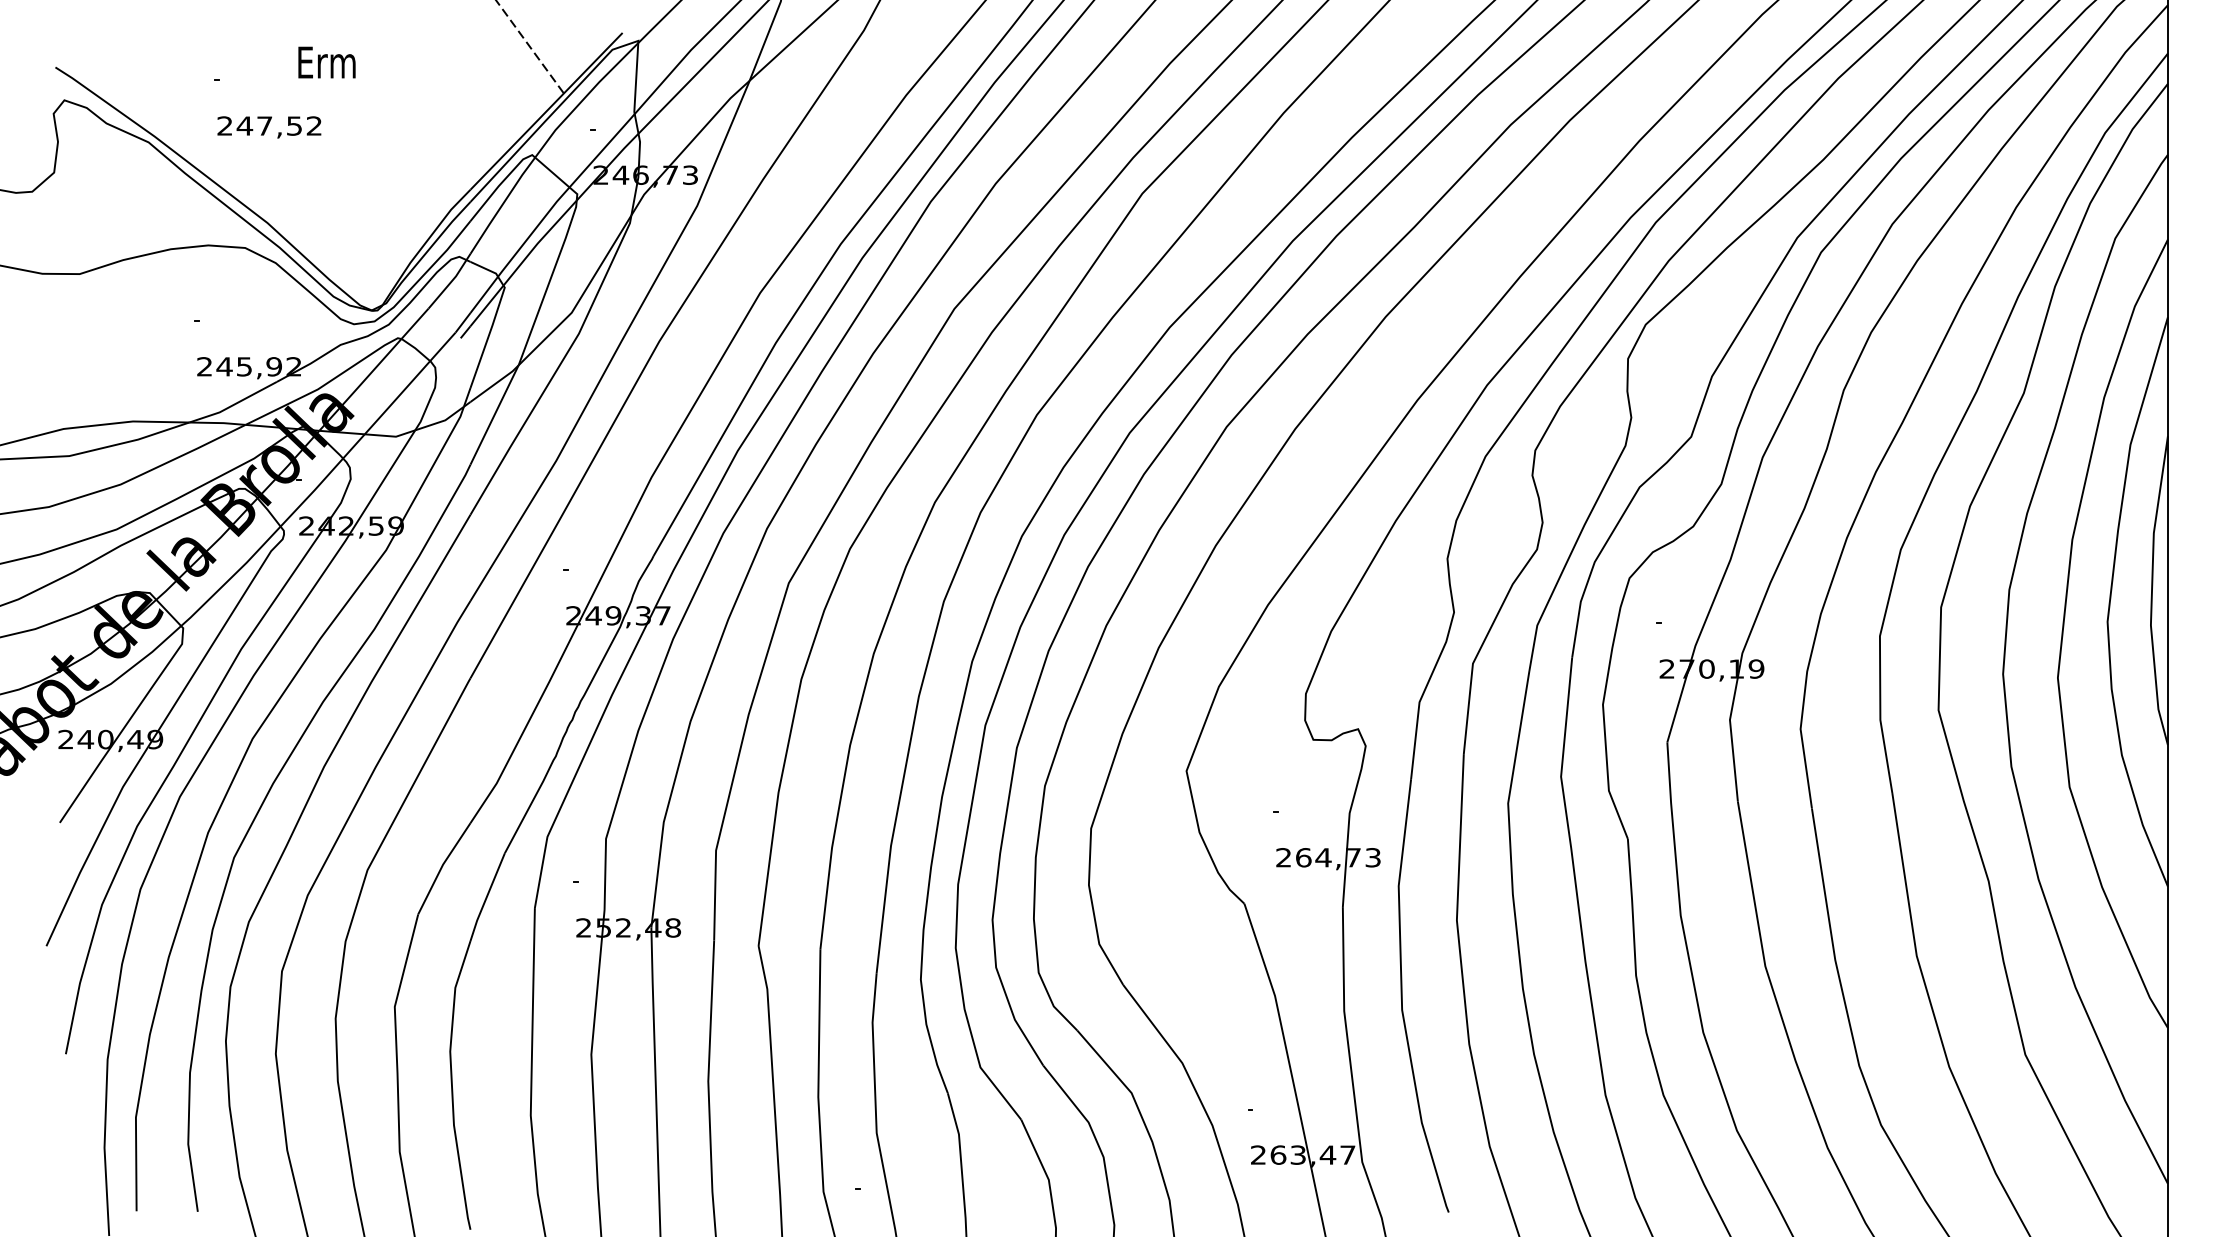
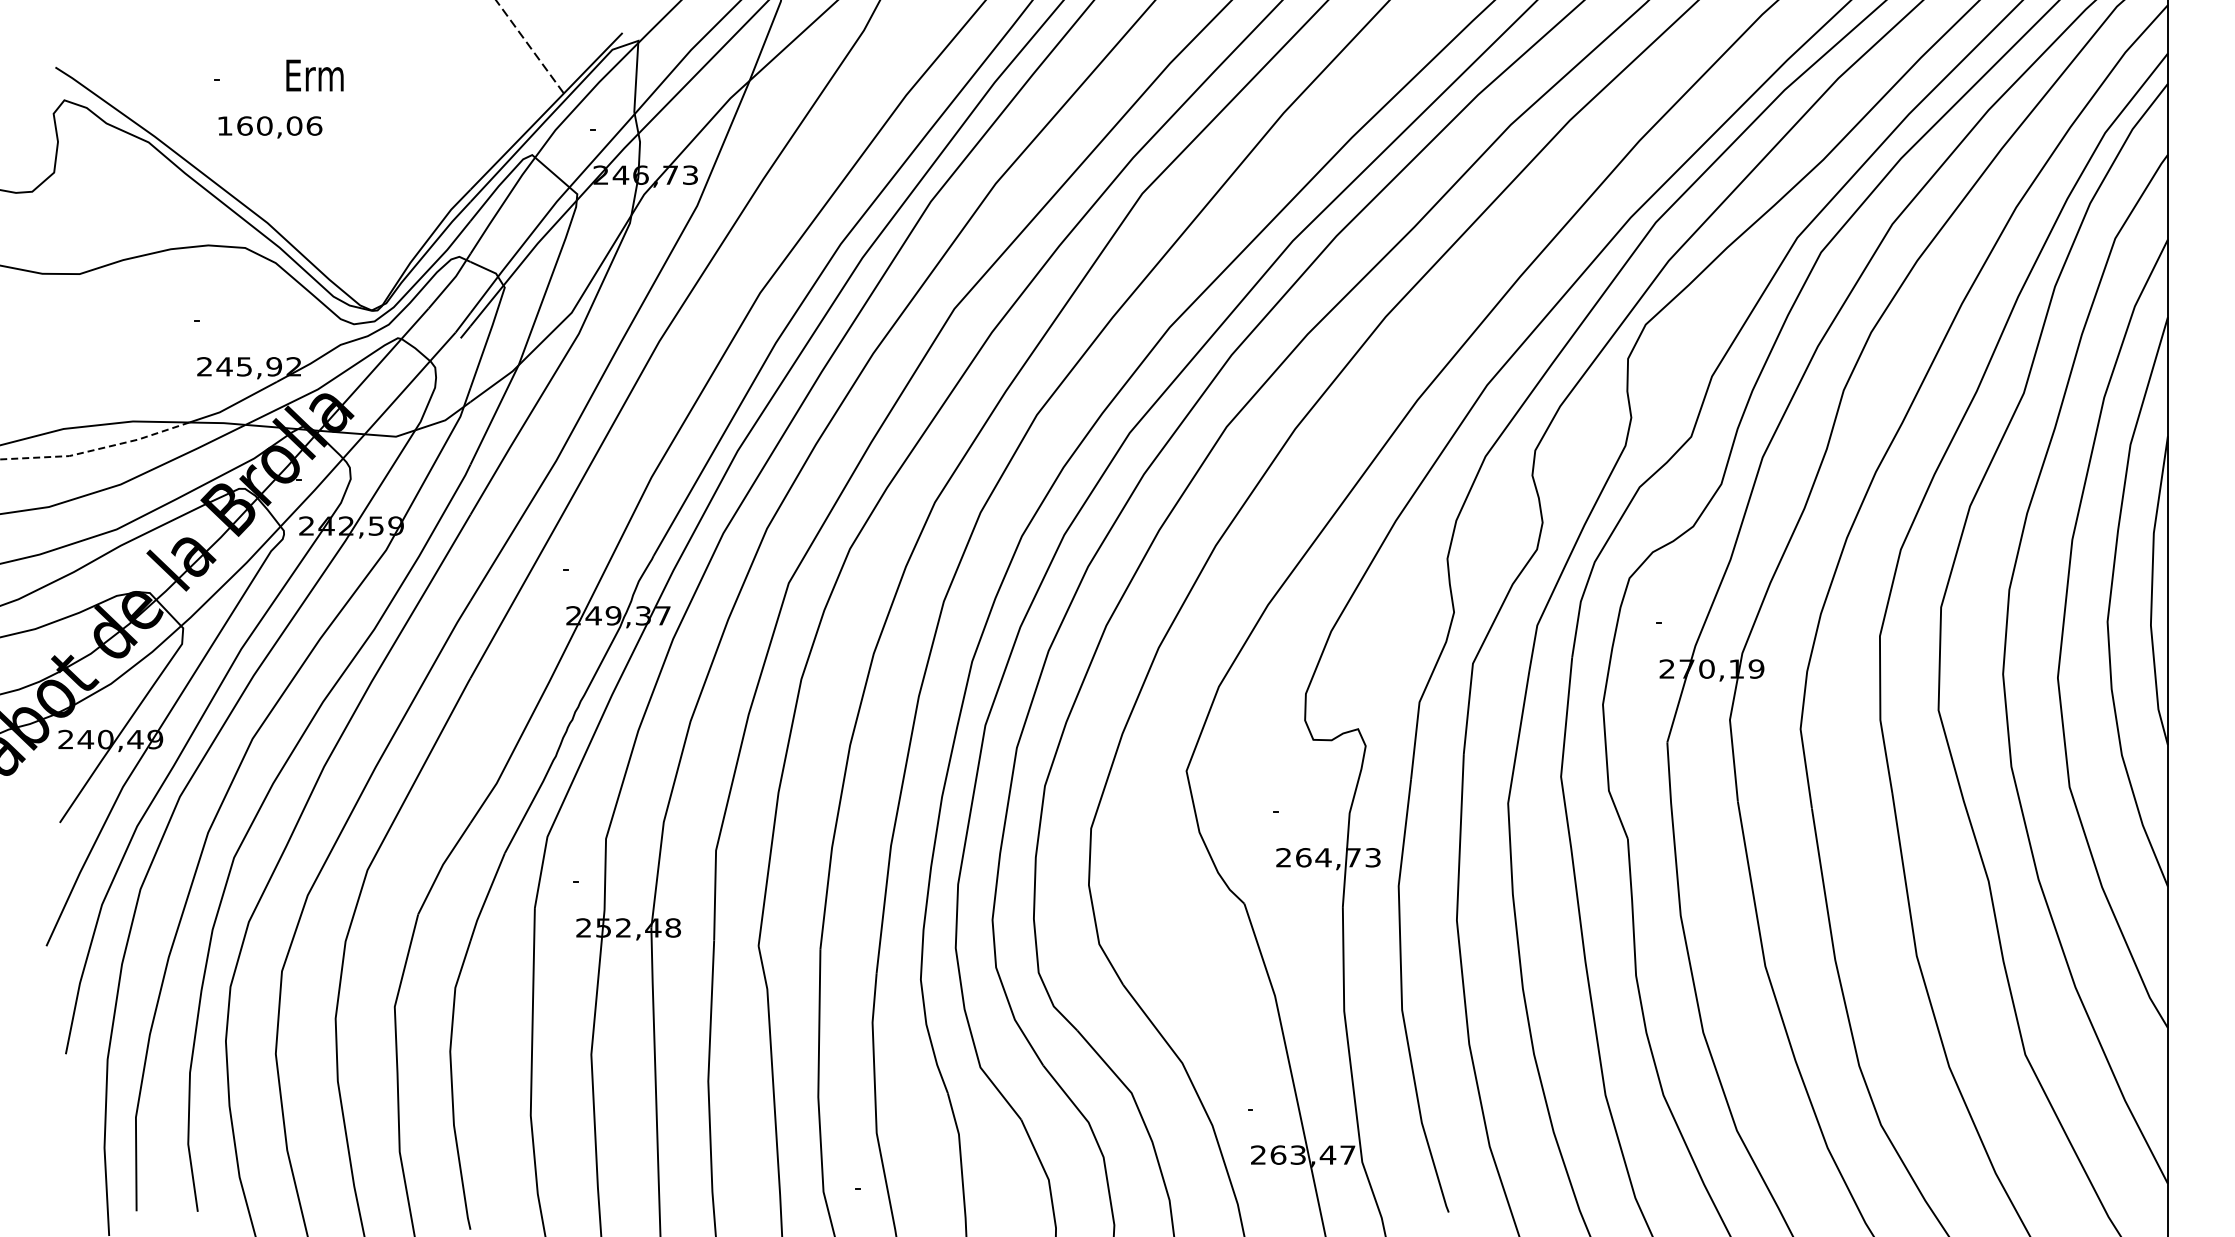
text at (326, 62) position: (326, 62) -> (314, 75)
text at (269, 125): 247,52 -> 160,06
line at (96, 449): solid -> dashed
